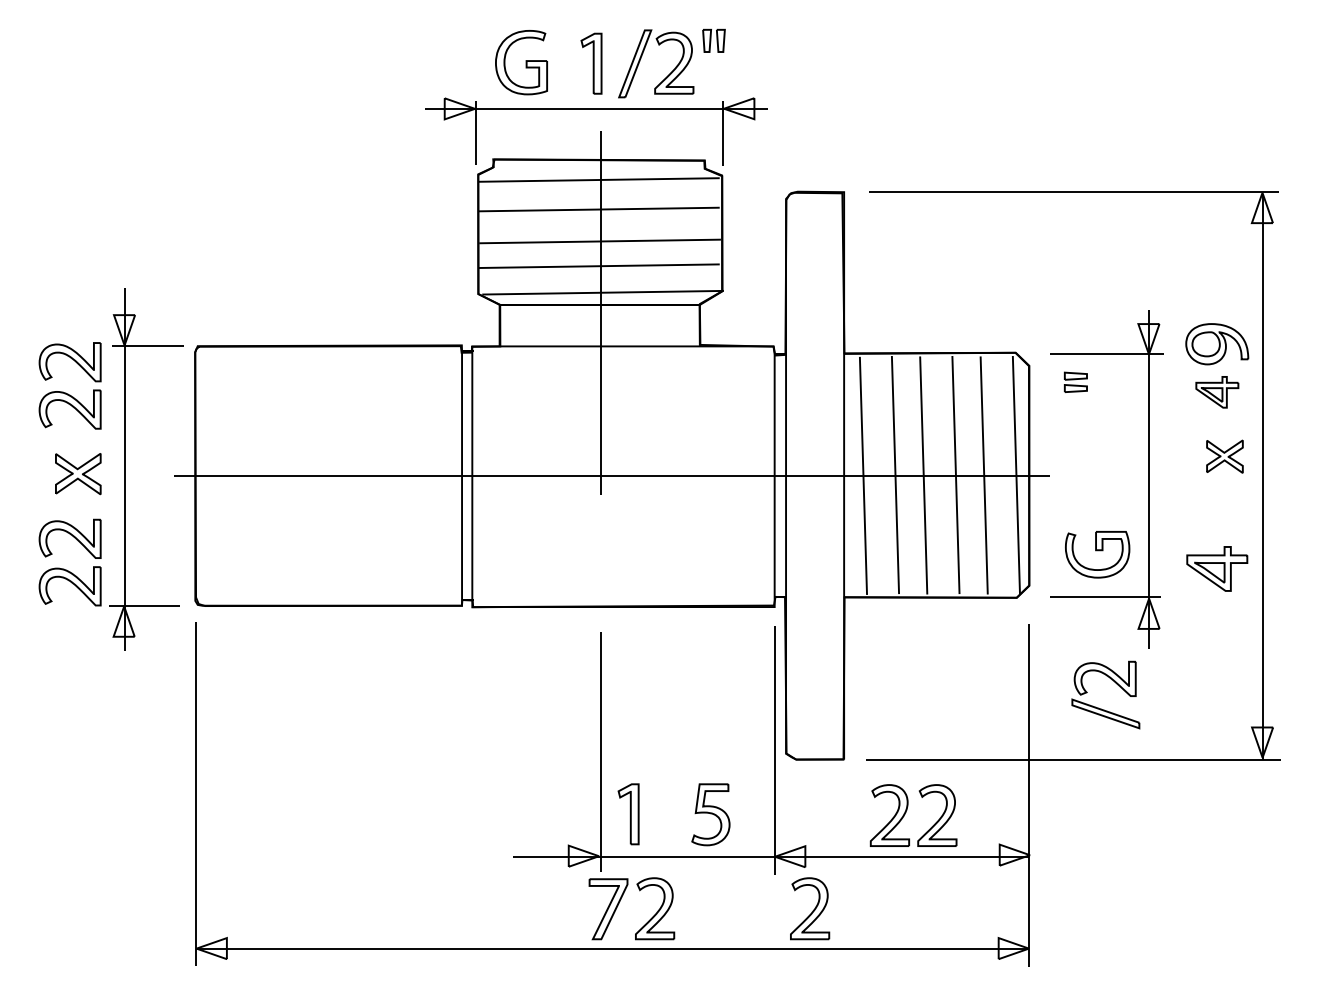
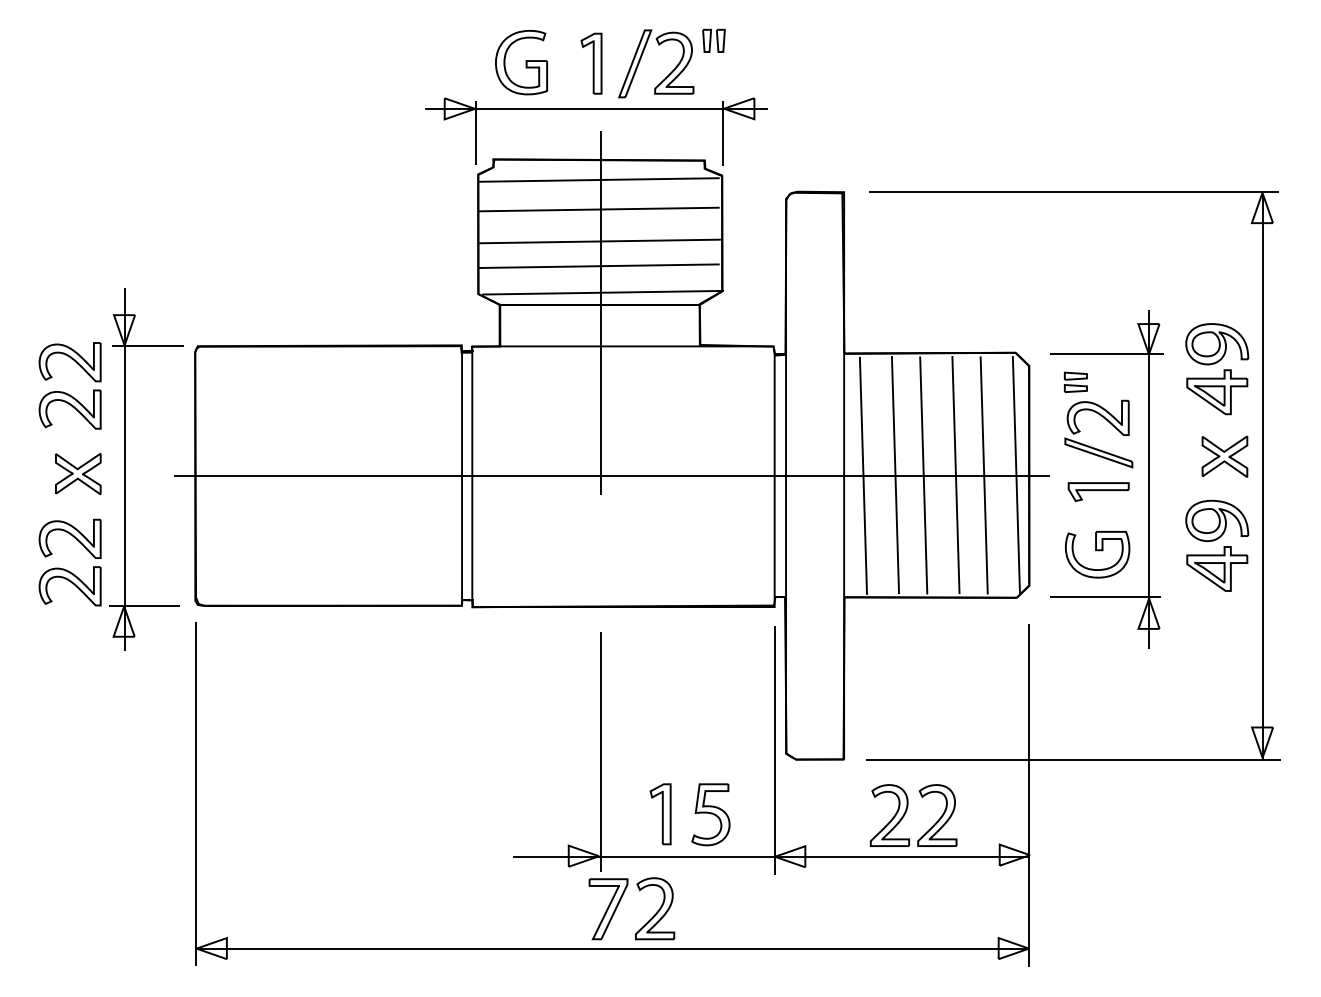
part at (1217, 392) size: 45x33 px -> 63x47 px
part at (1224, 456) size: 38x35 px -> 48x43 px
part at (1098, 491): none -> present
part at (1217, 520): none -> present
part at (1101, 708) position: (1101, 708) -> (1094, 447)
part at (628, 814) position: (628, 814) -> (660, 814)
part at (810, 908): present -> none
